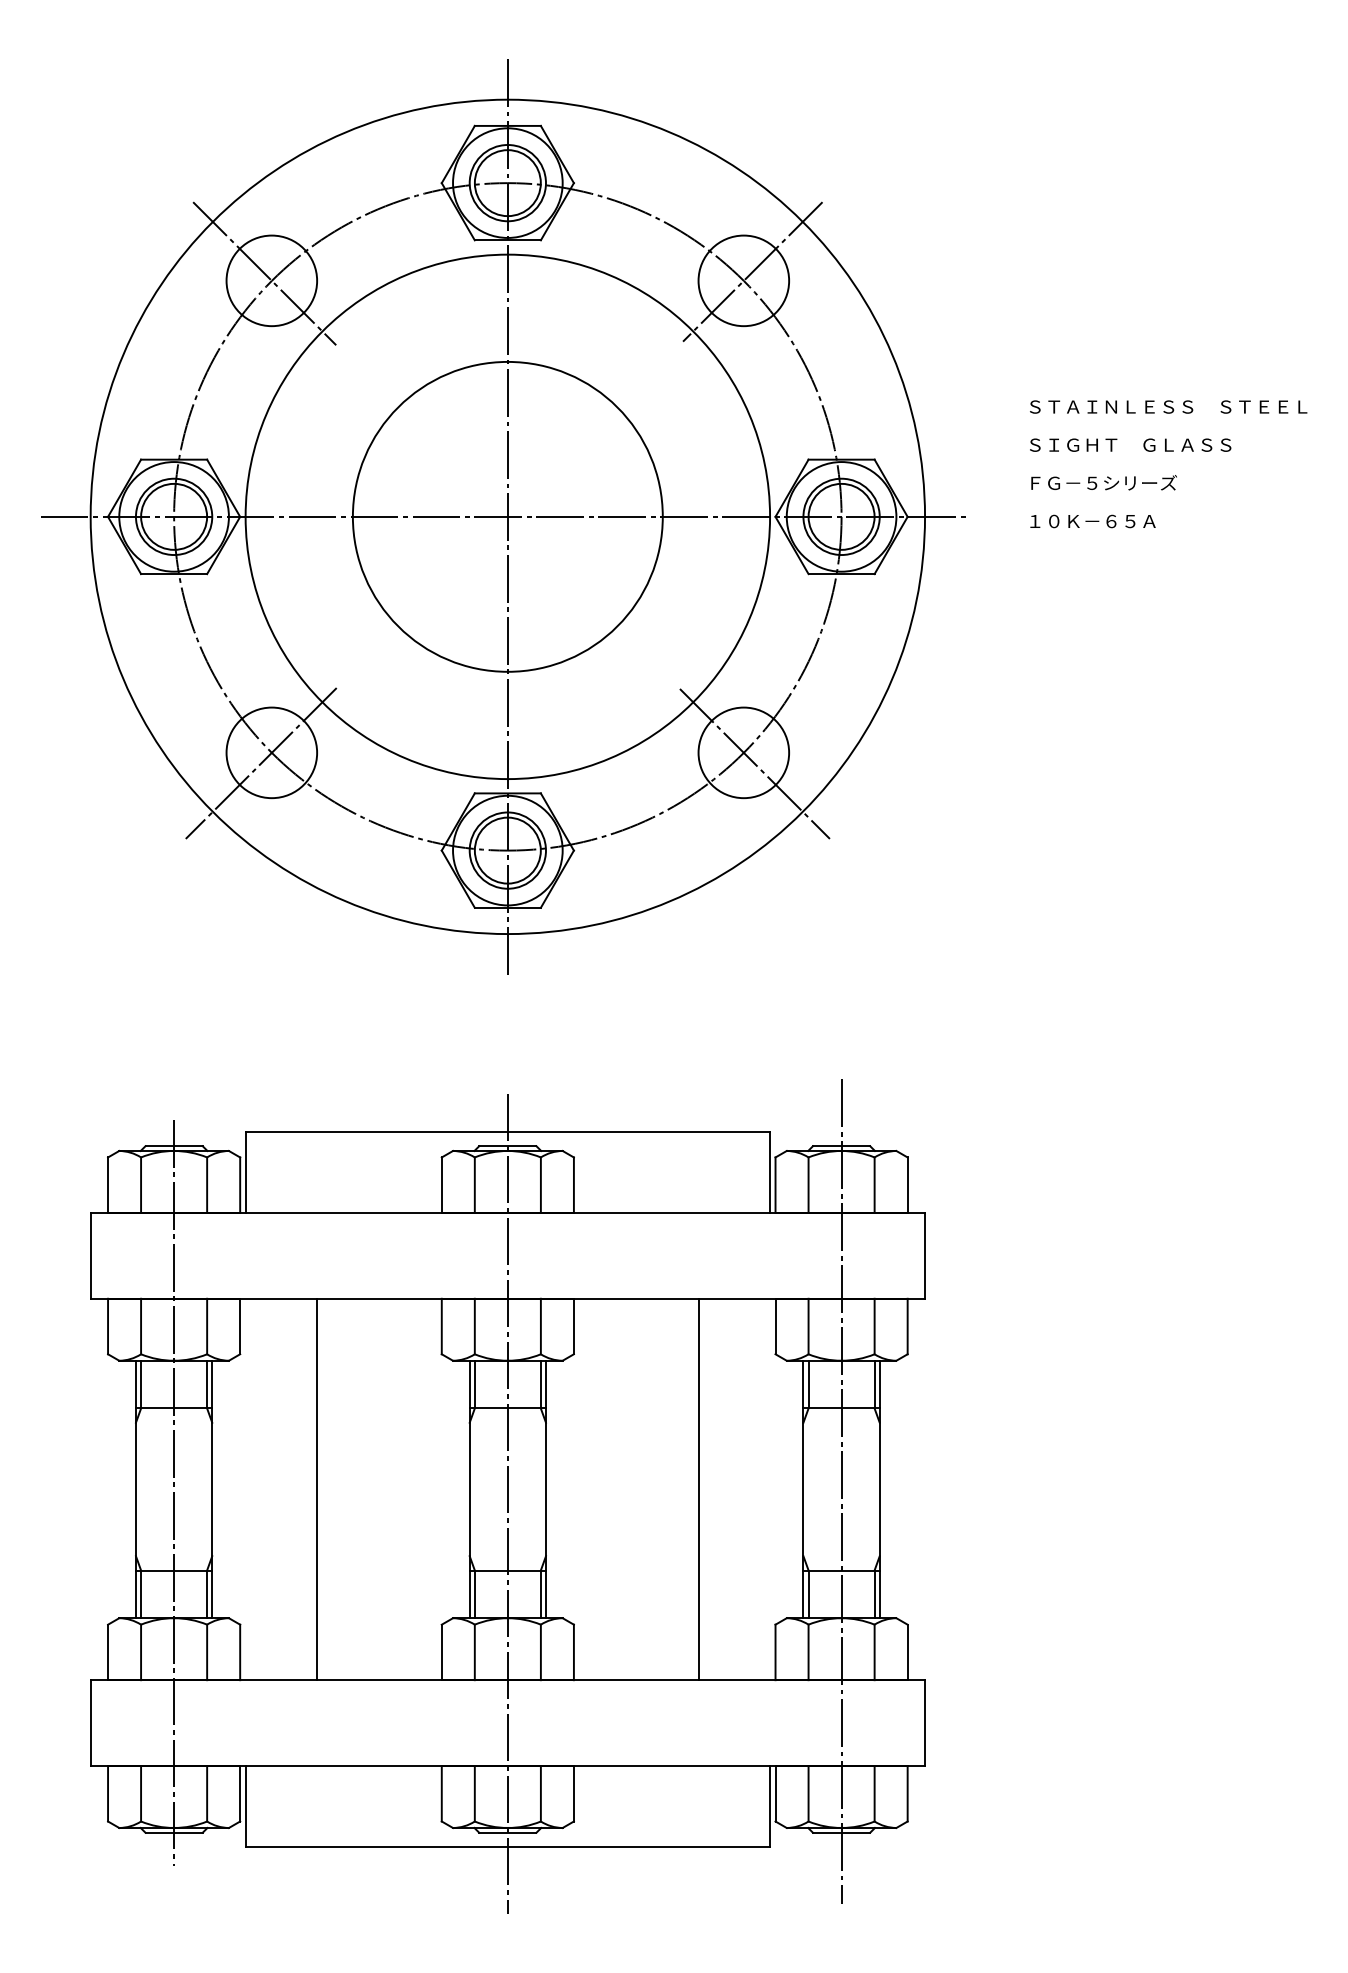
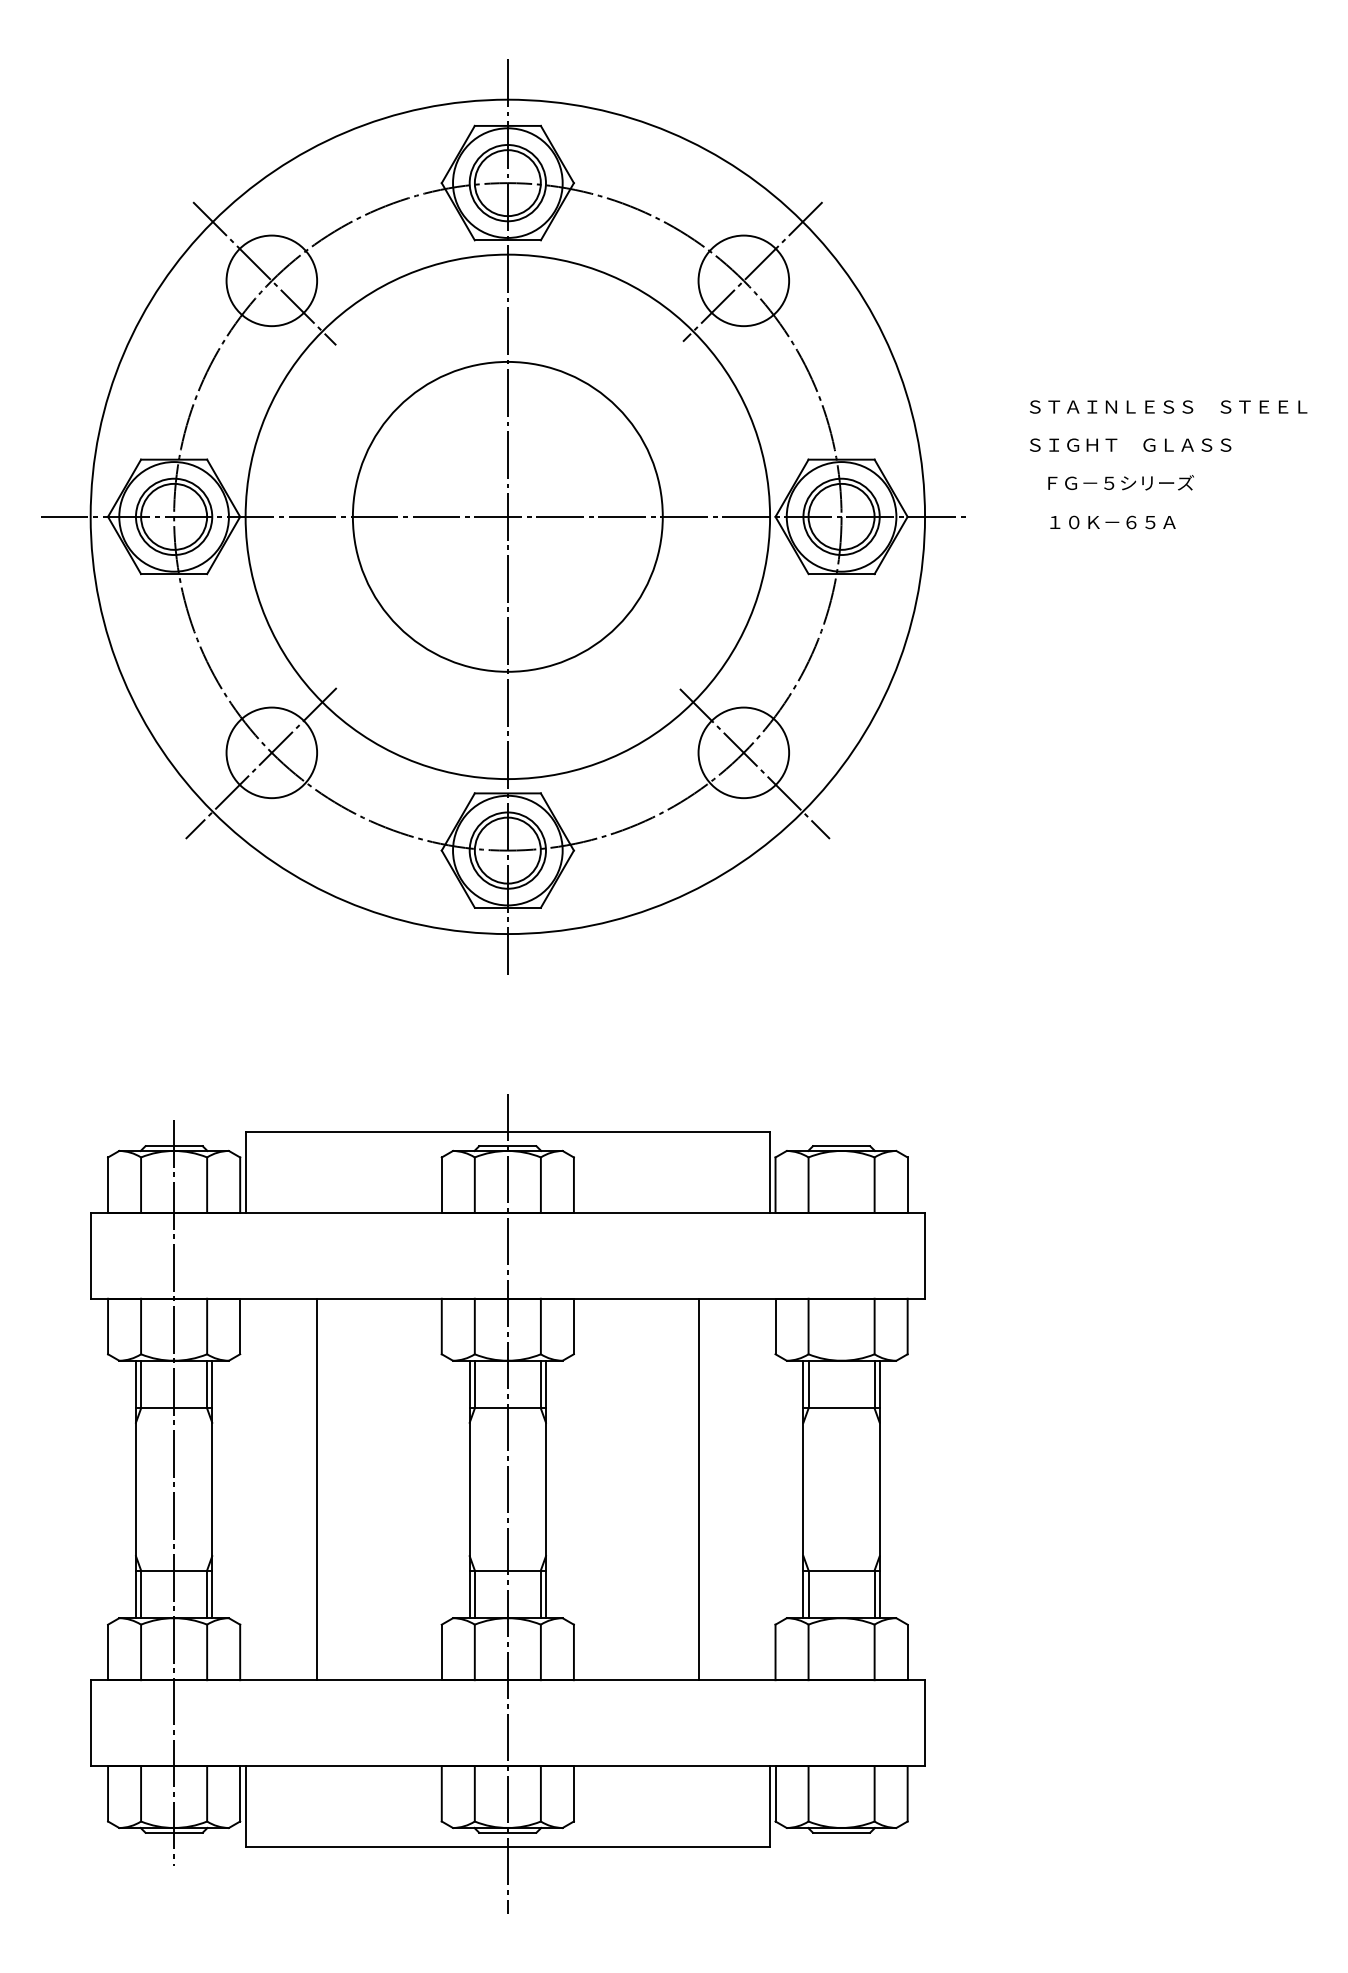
text at (1103, 482) position: (1103, 482) -> (1120, 482)
text at (1092, 521) position: (1092, 521) -> (1112, 522)
line at (841, 1491): present -> none
